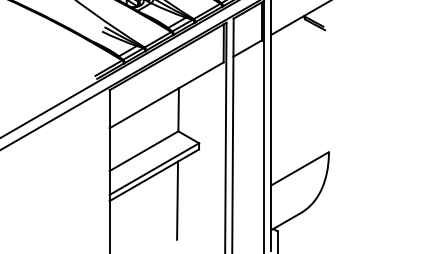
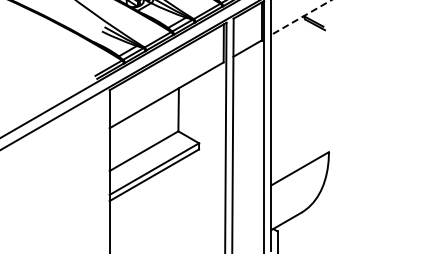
line at (300, 17): solid -> dashed
line at (177, 200): present -> none
